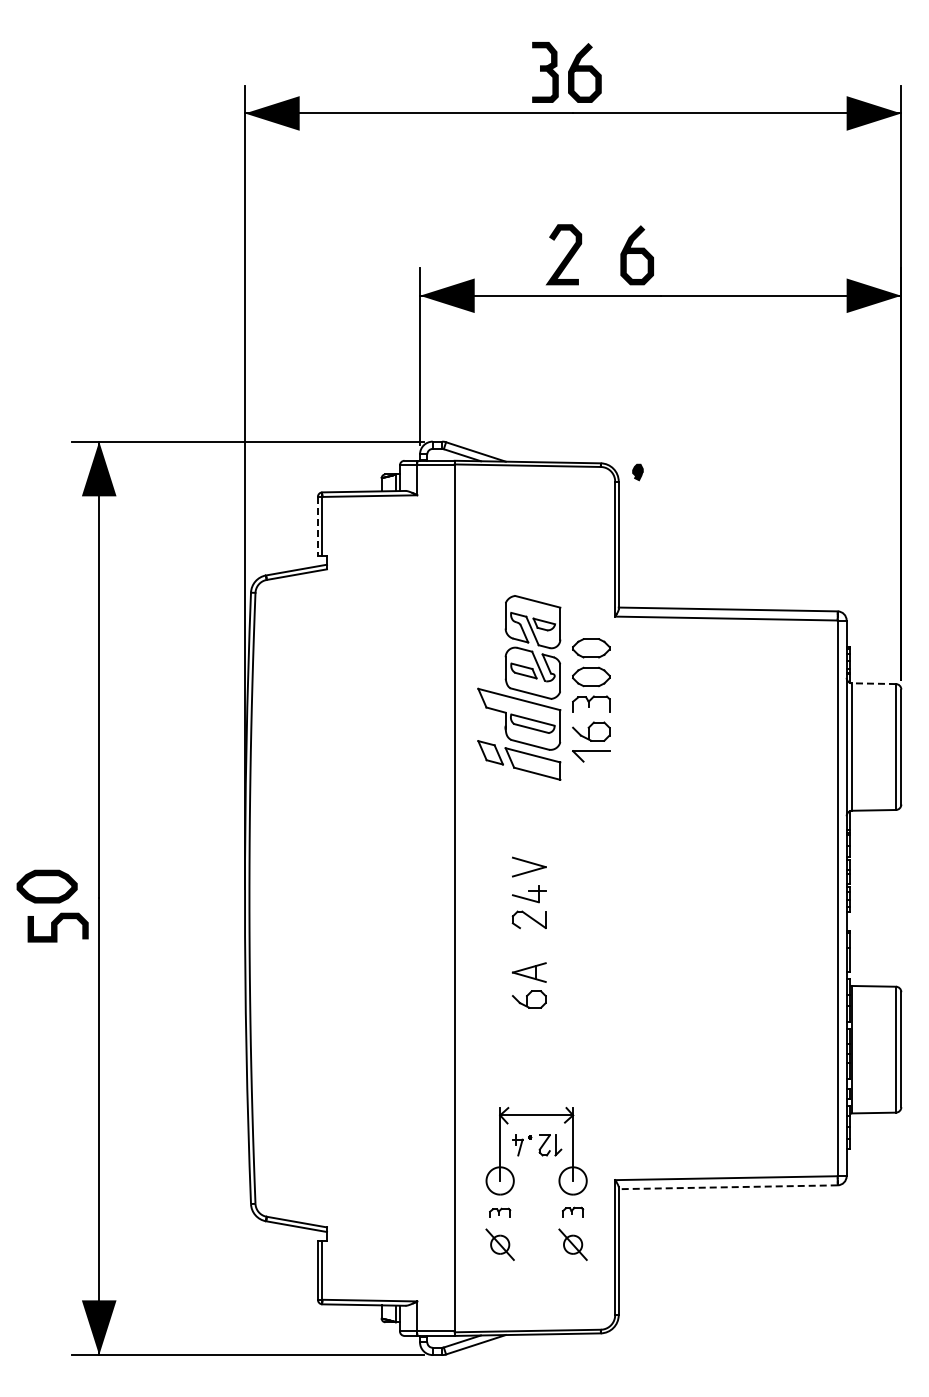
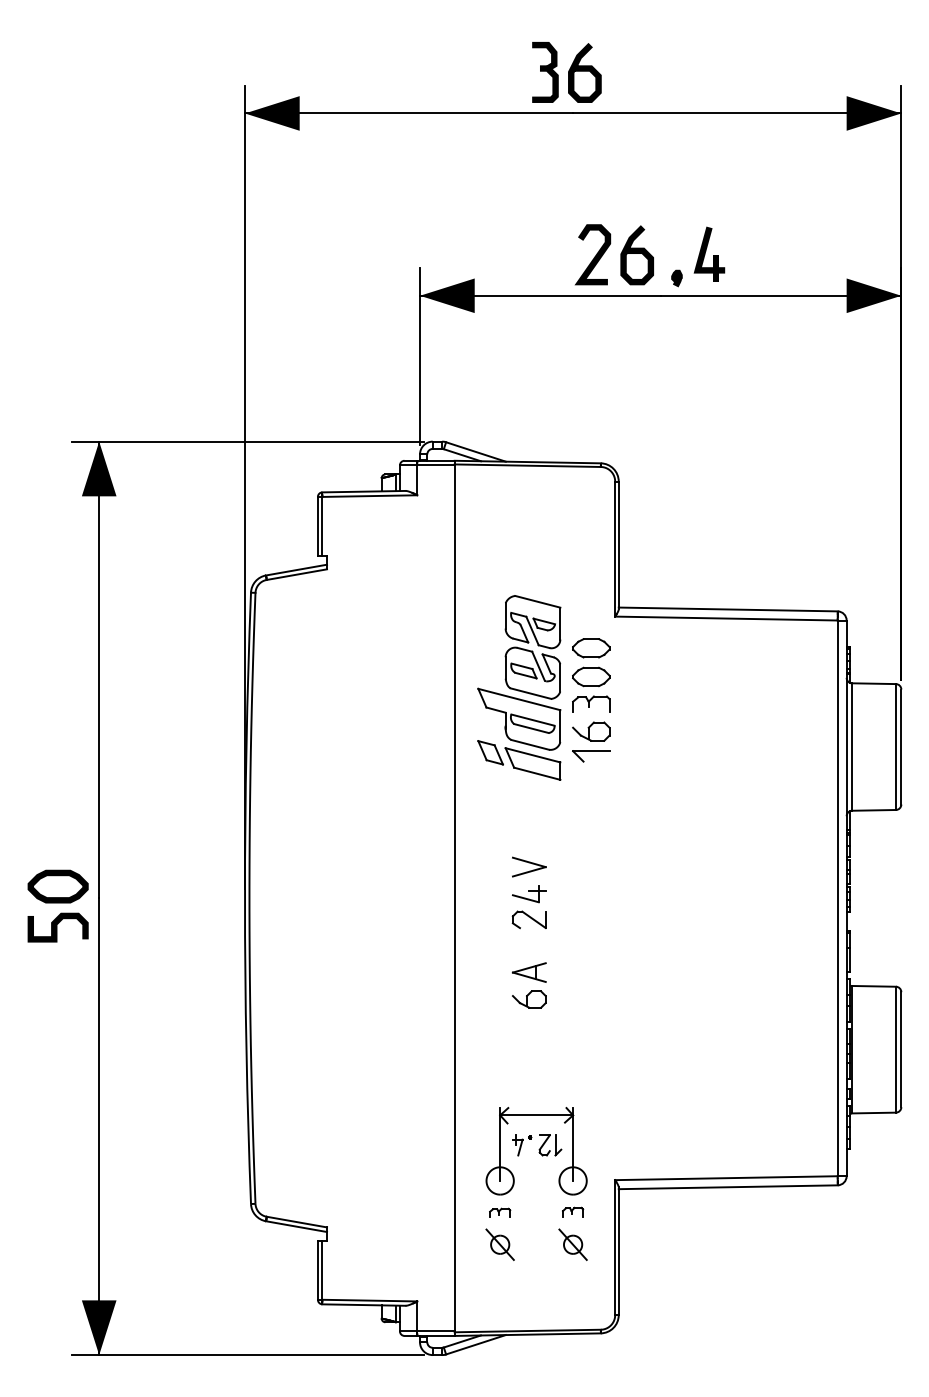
part at (709, 253): none -> present
curve at (565, 256) position: (565, 256) -> (594, 256)
part at (637, 472) position: (637, 472) -> (676, 278)
line at (317, 526): dashed -> solid
line at (874, 683): dashed -> solid
part at (46, 886) position: (46, 886) -> (57, 886)
line at (727, 1187): dashed -> solid
